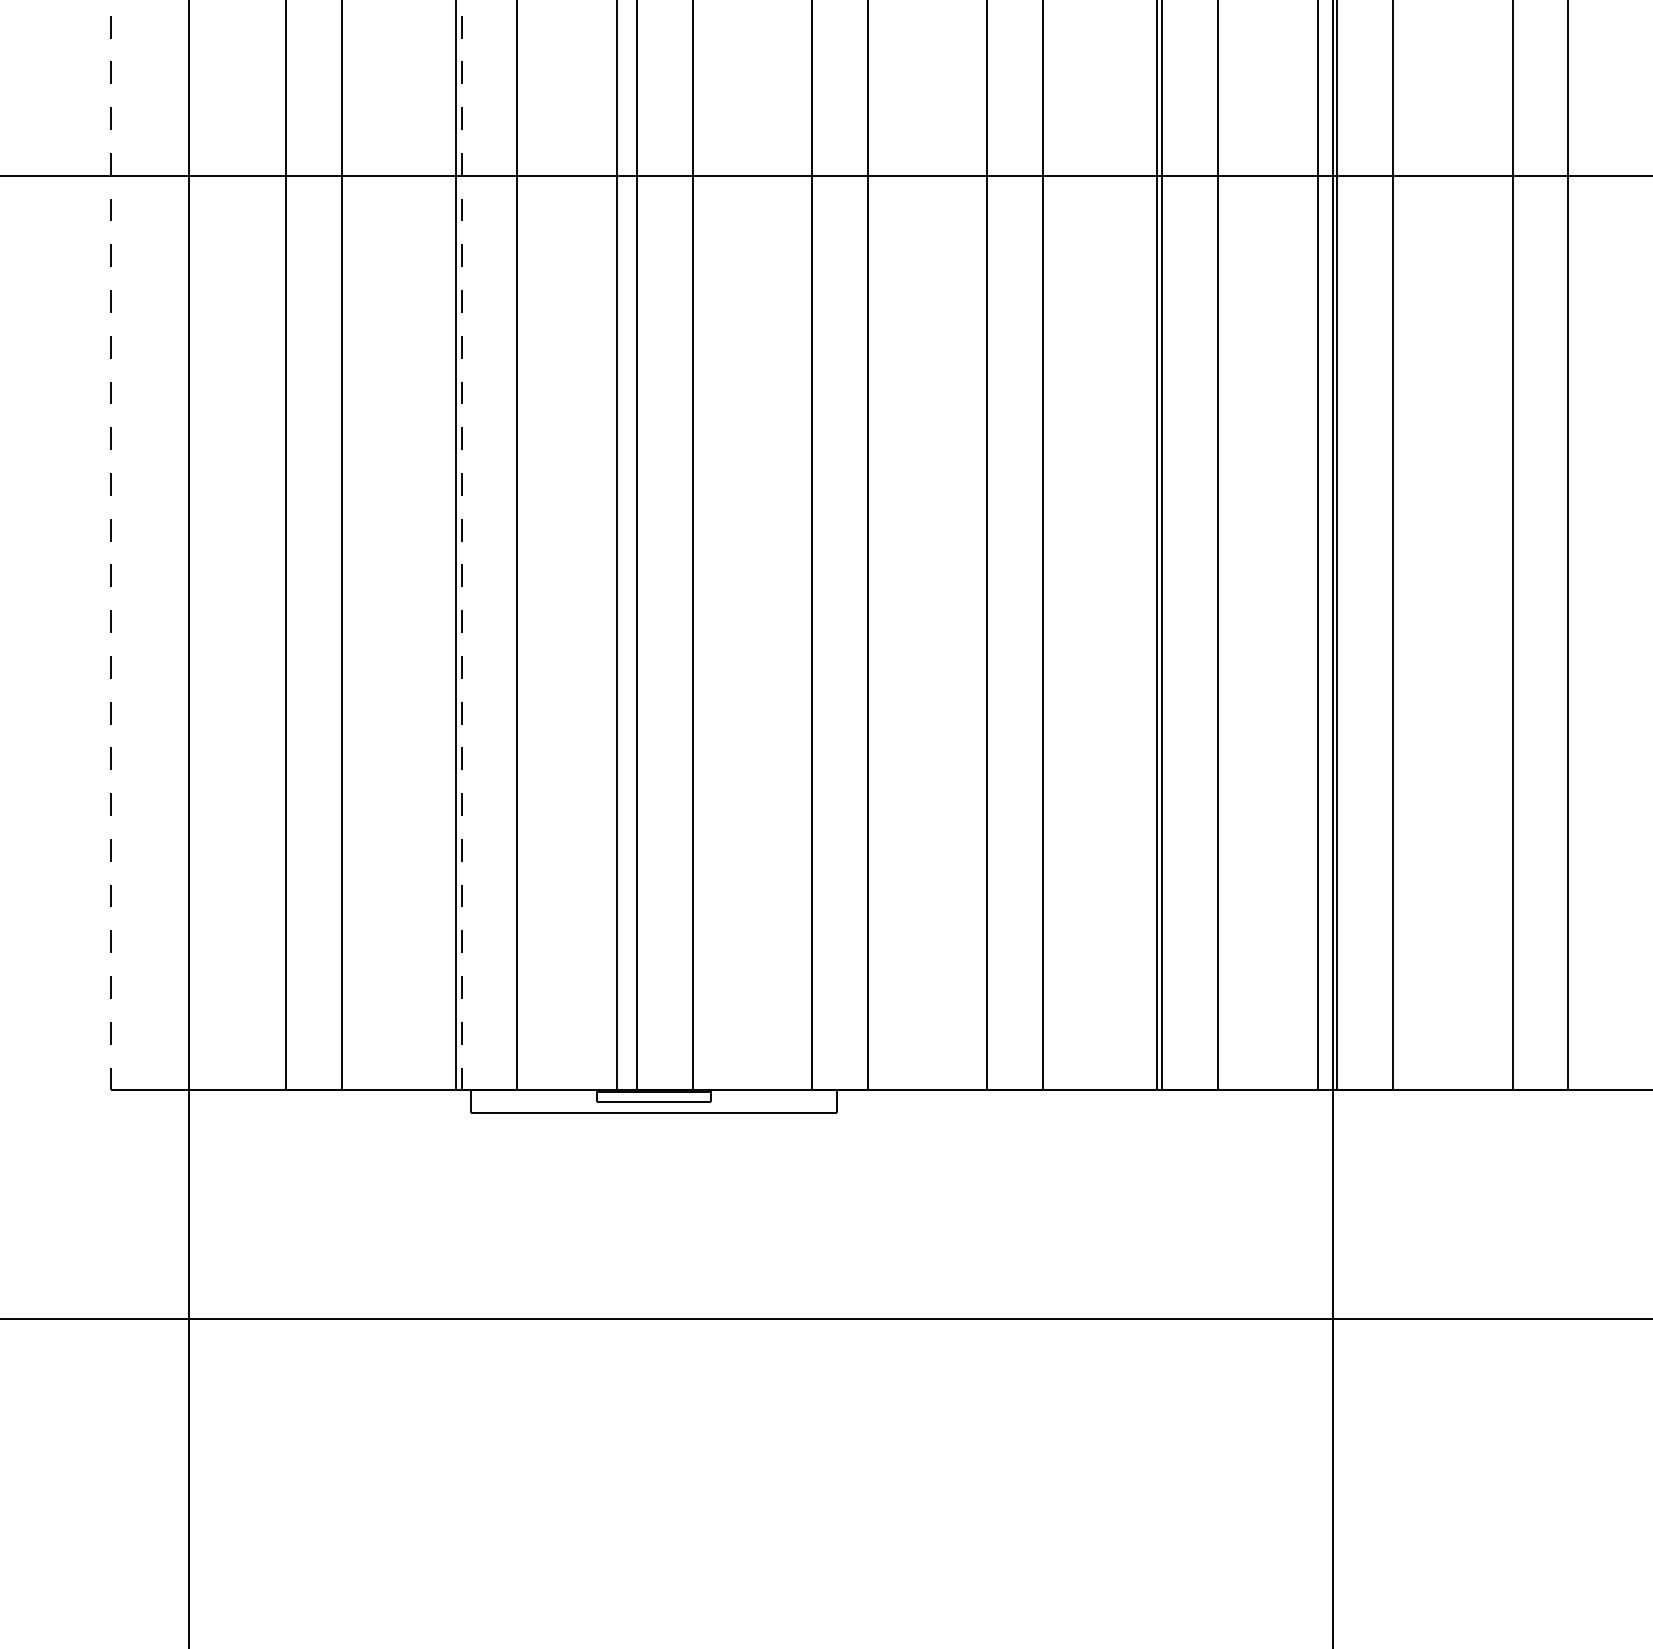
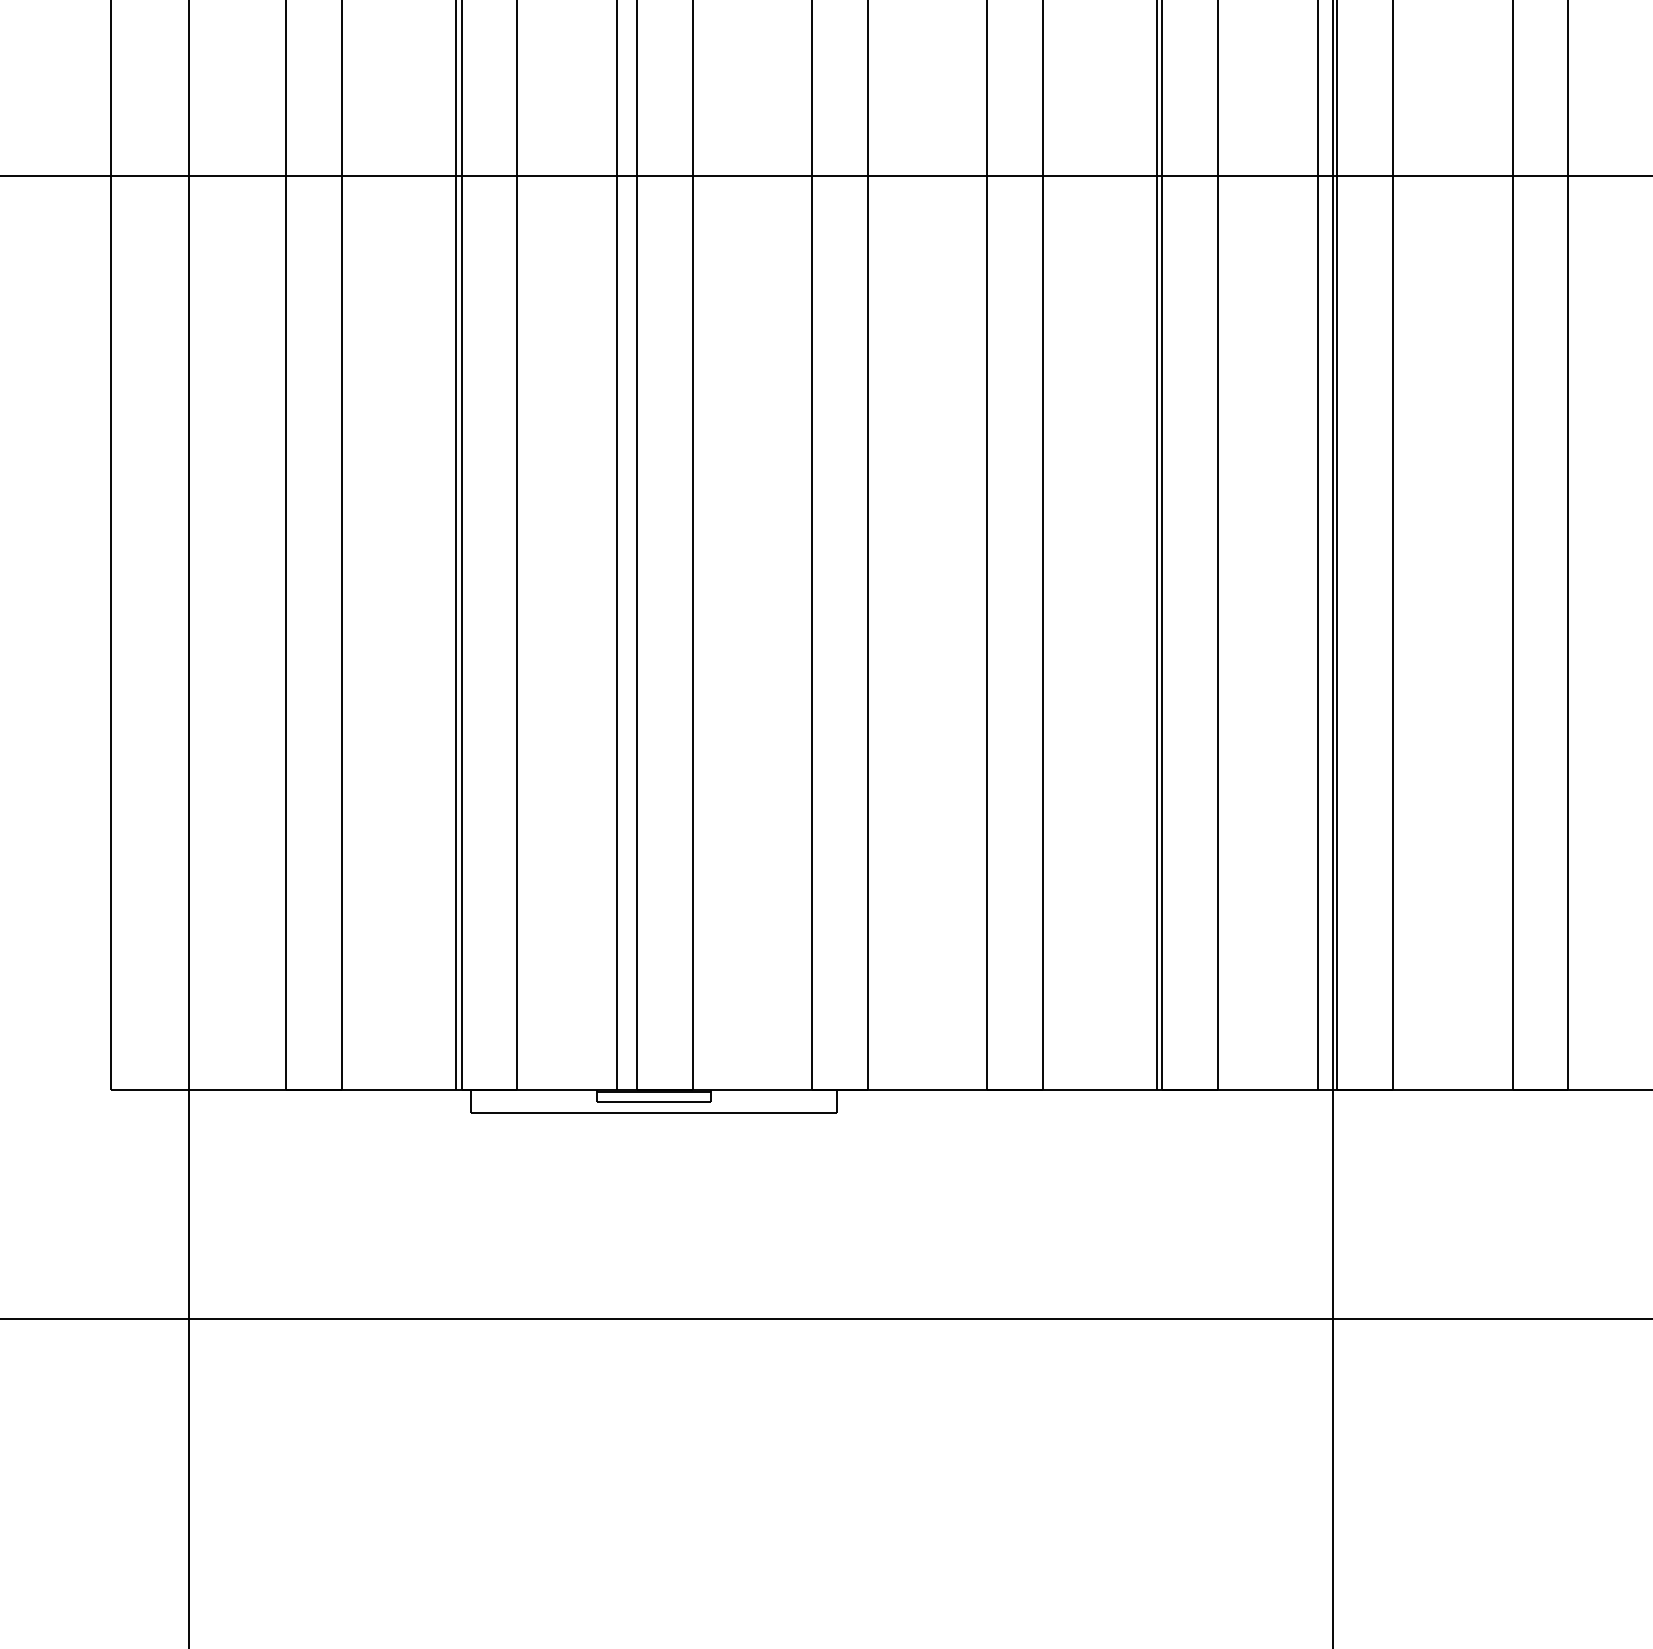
line at (111, 545): dashed -> solid
line at (461, 545): dashed -> solid
